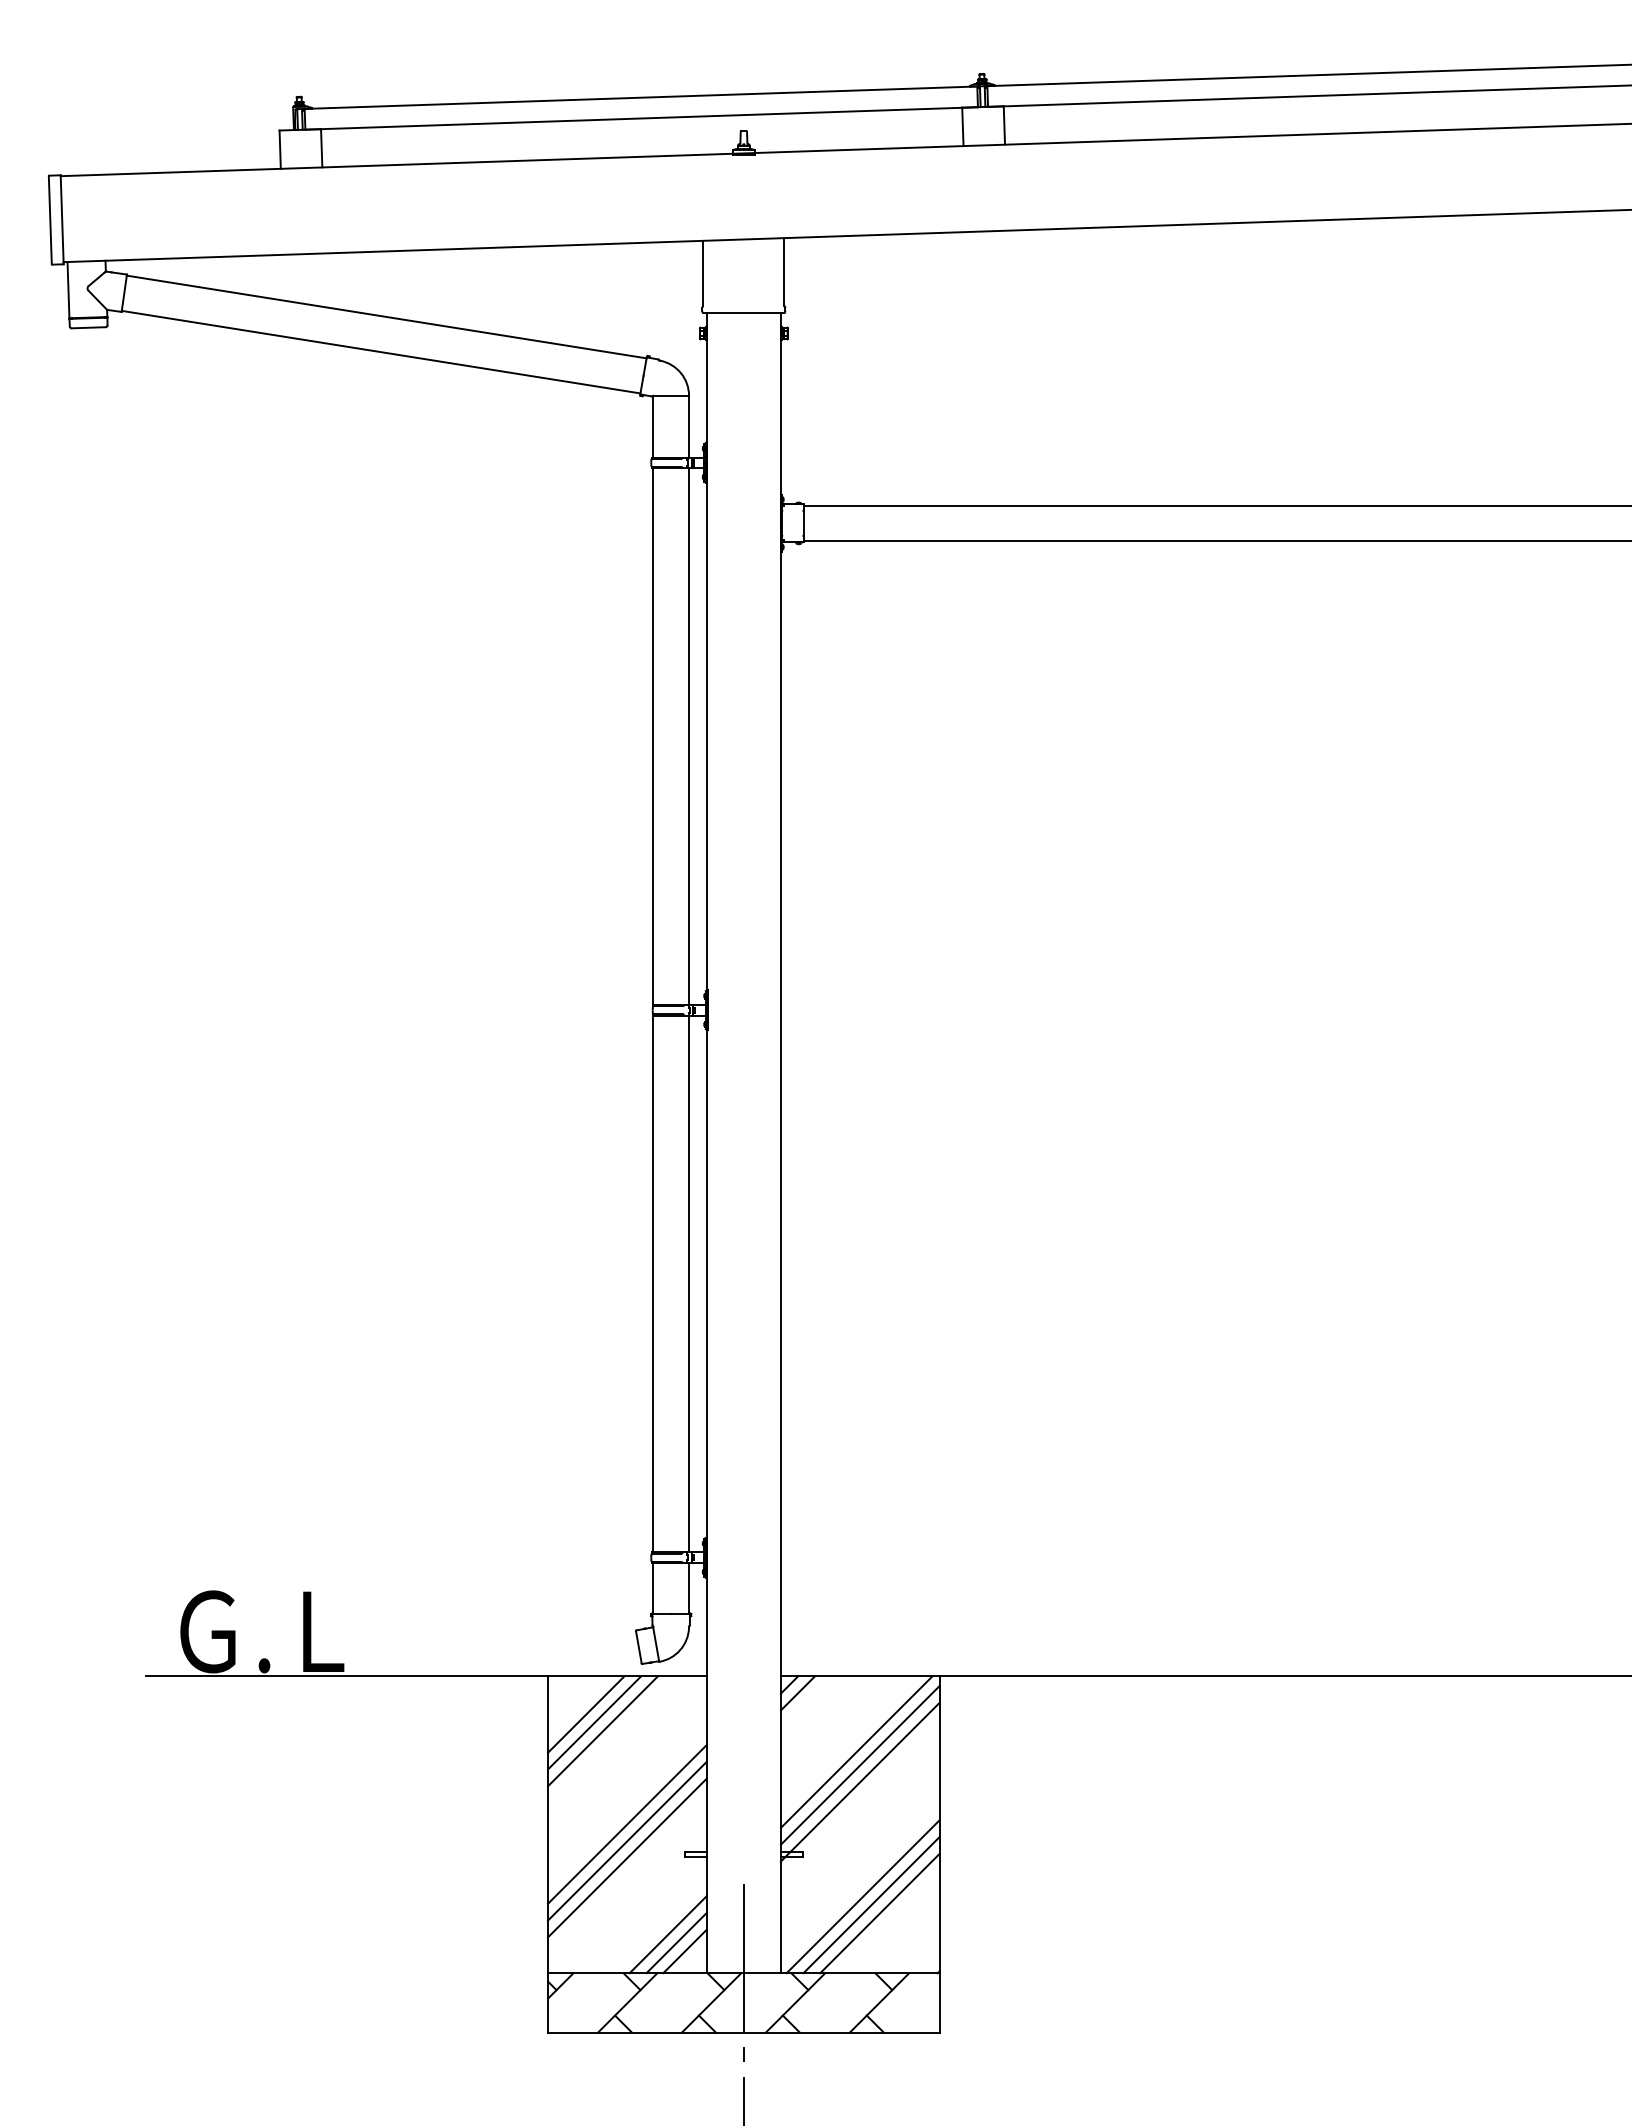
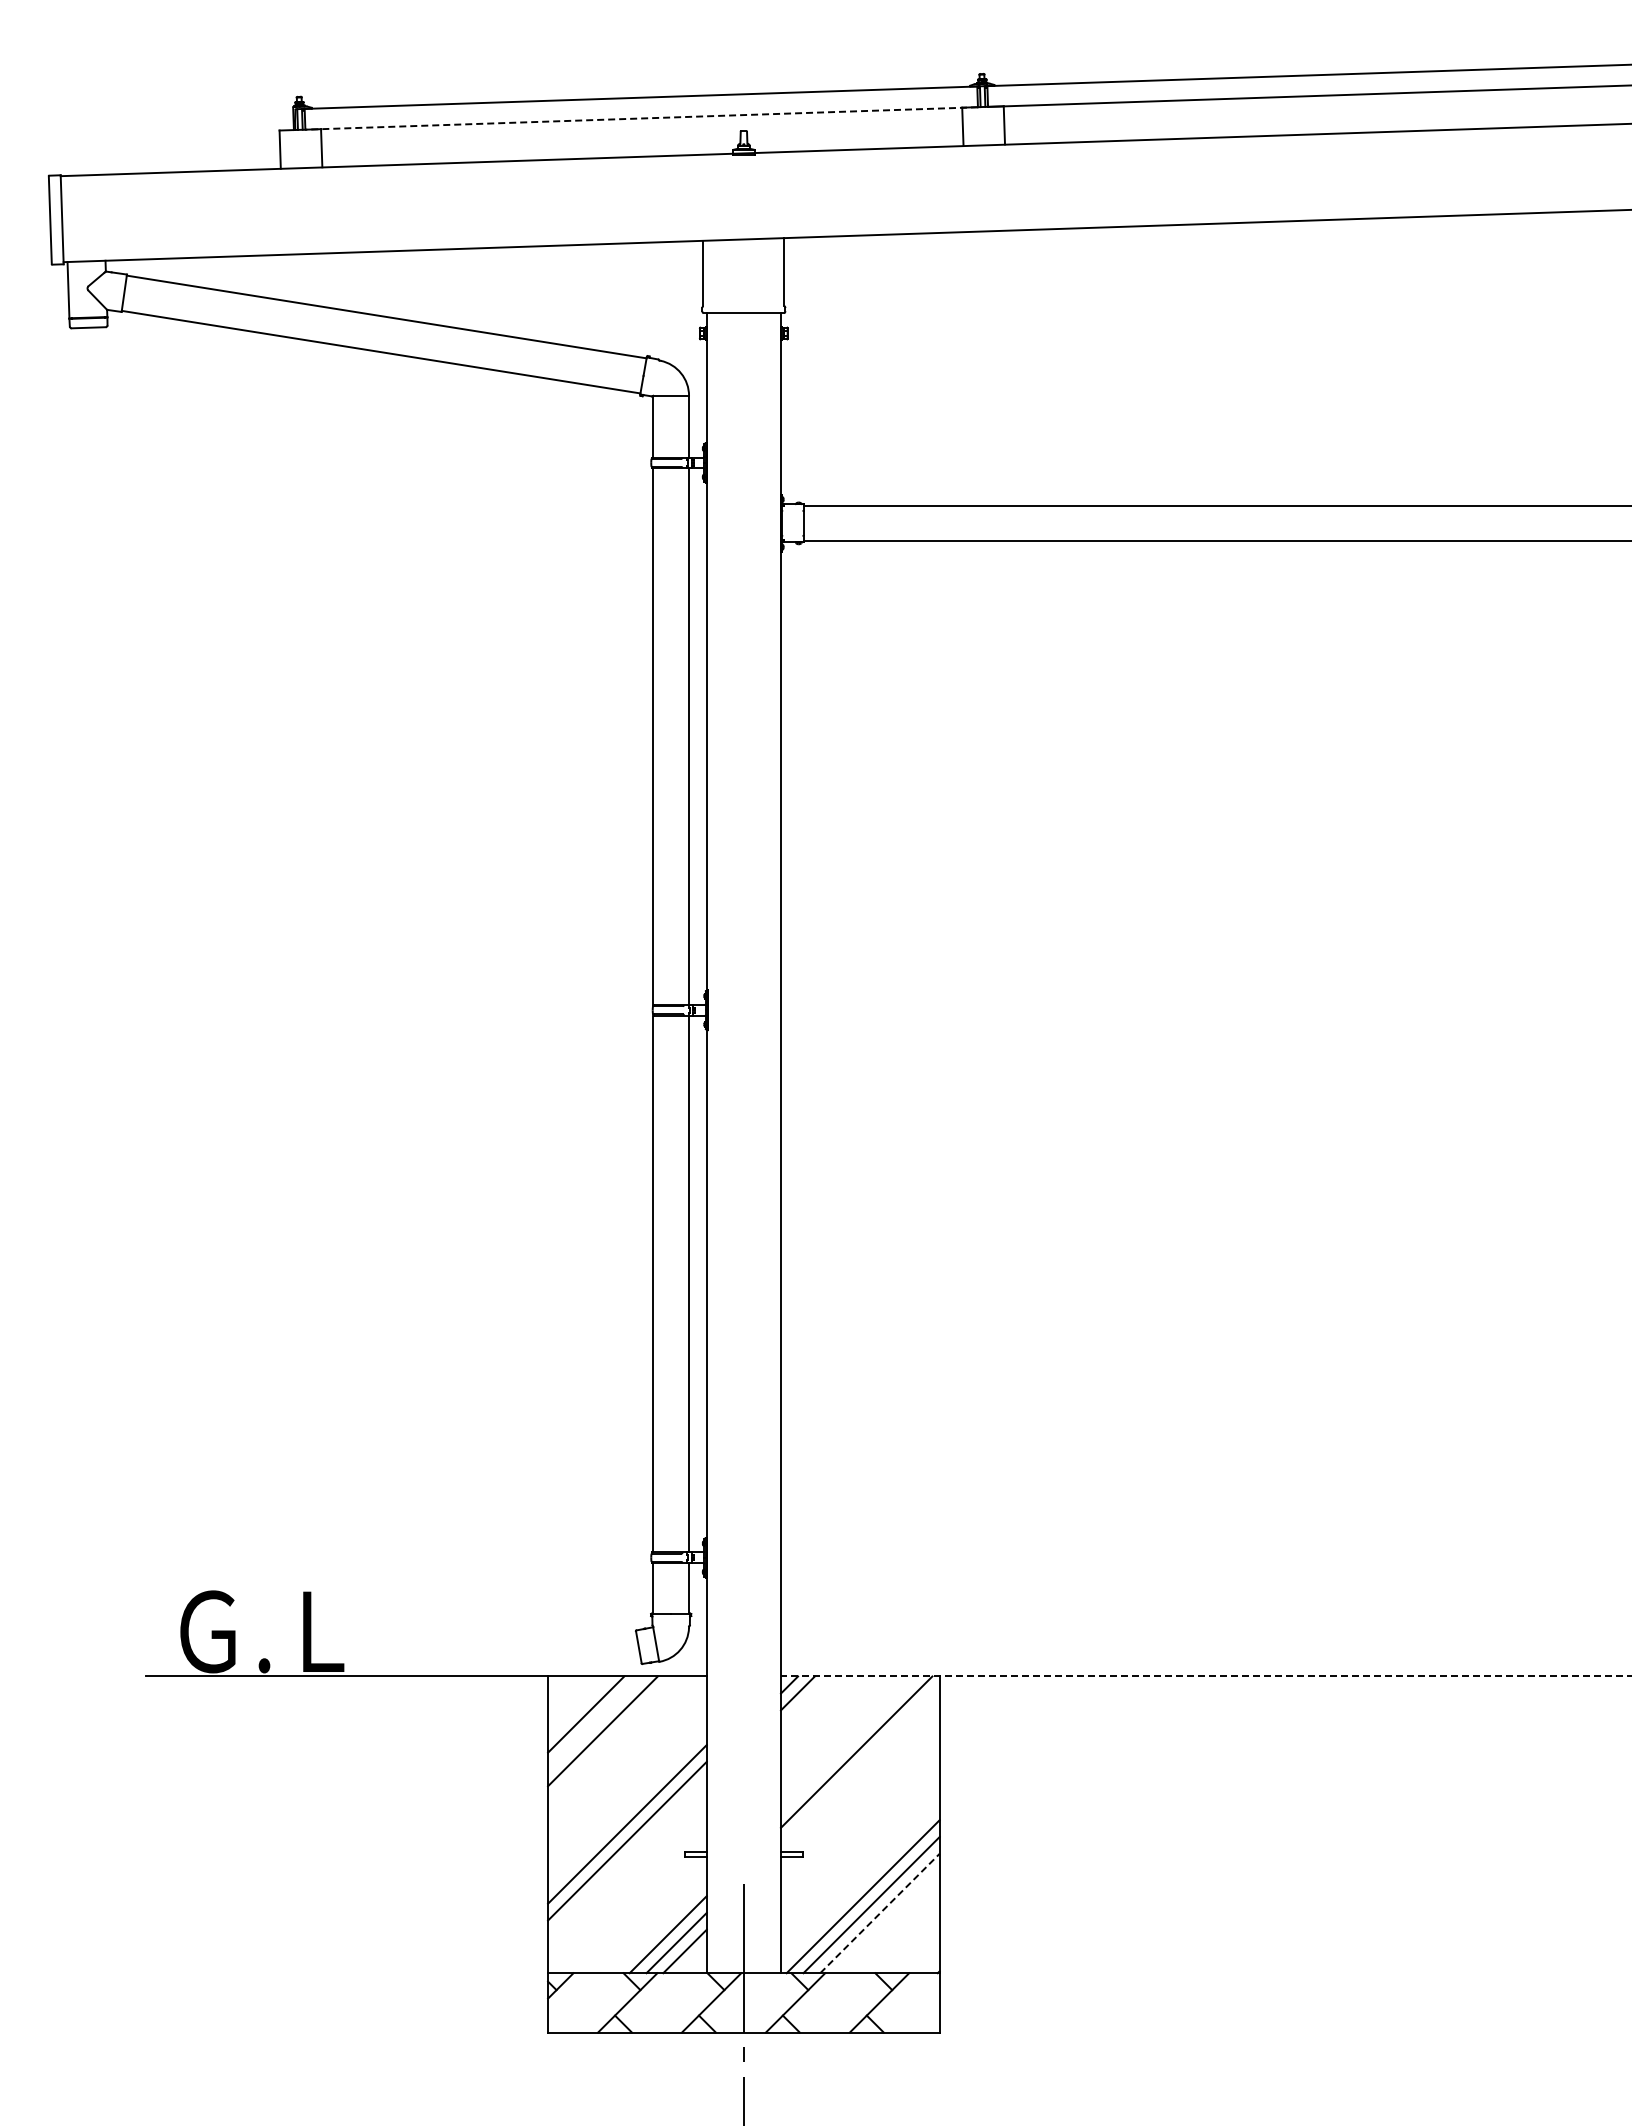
line at (641, 118): solid -> dashed
line at (1205, 1676): solid -> dashed
line at (594, 1722): present -> none
line at (859, 1764): present -> none
line at (859, 1781): present -> none
line at (627, 1857): present -> none
line at (880, 1913): solid -> dashed
